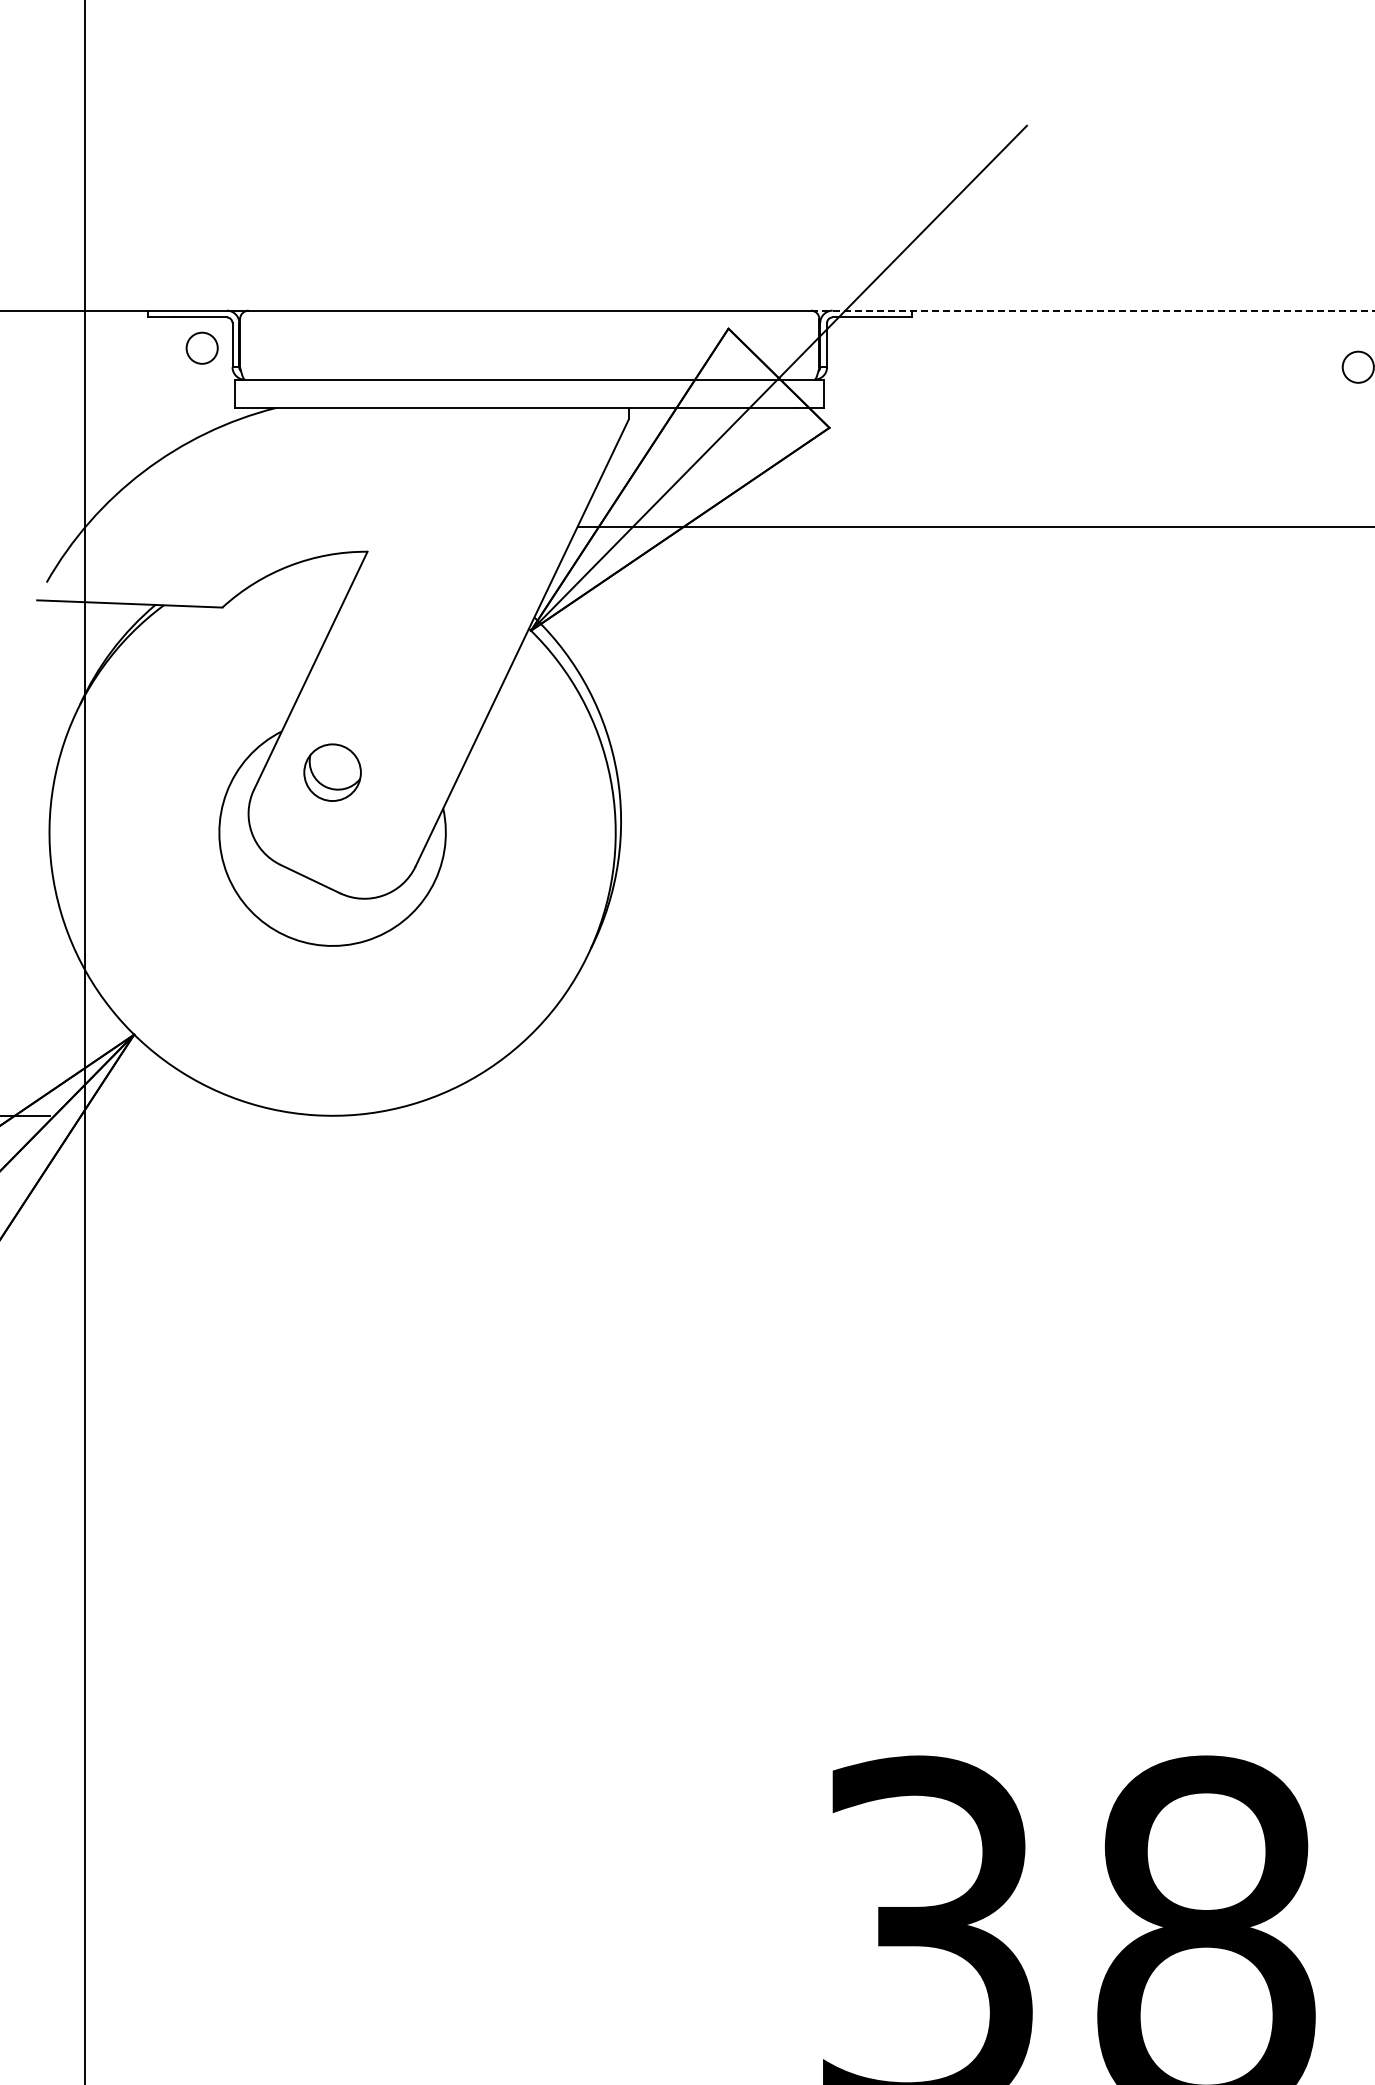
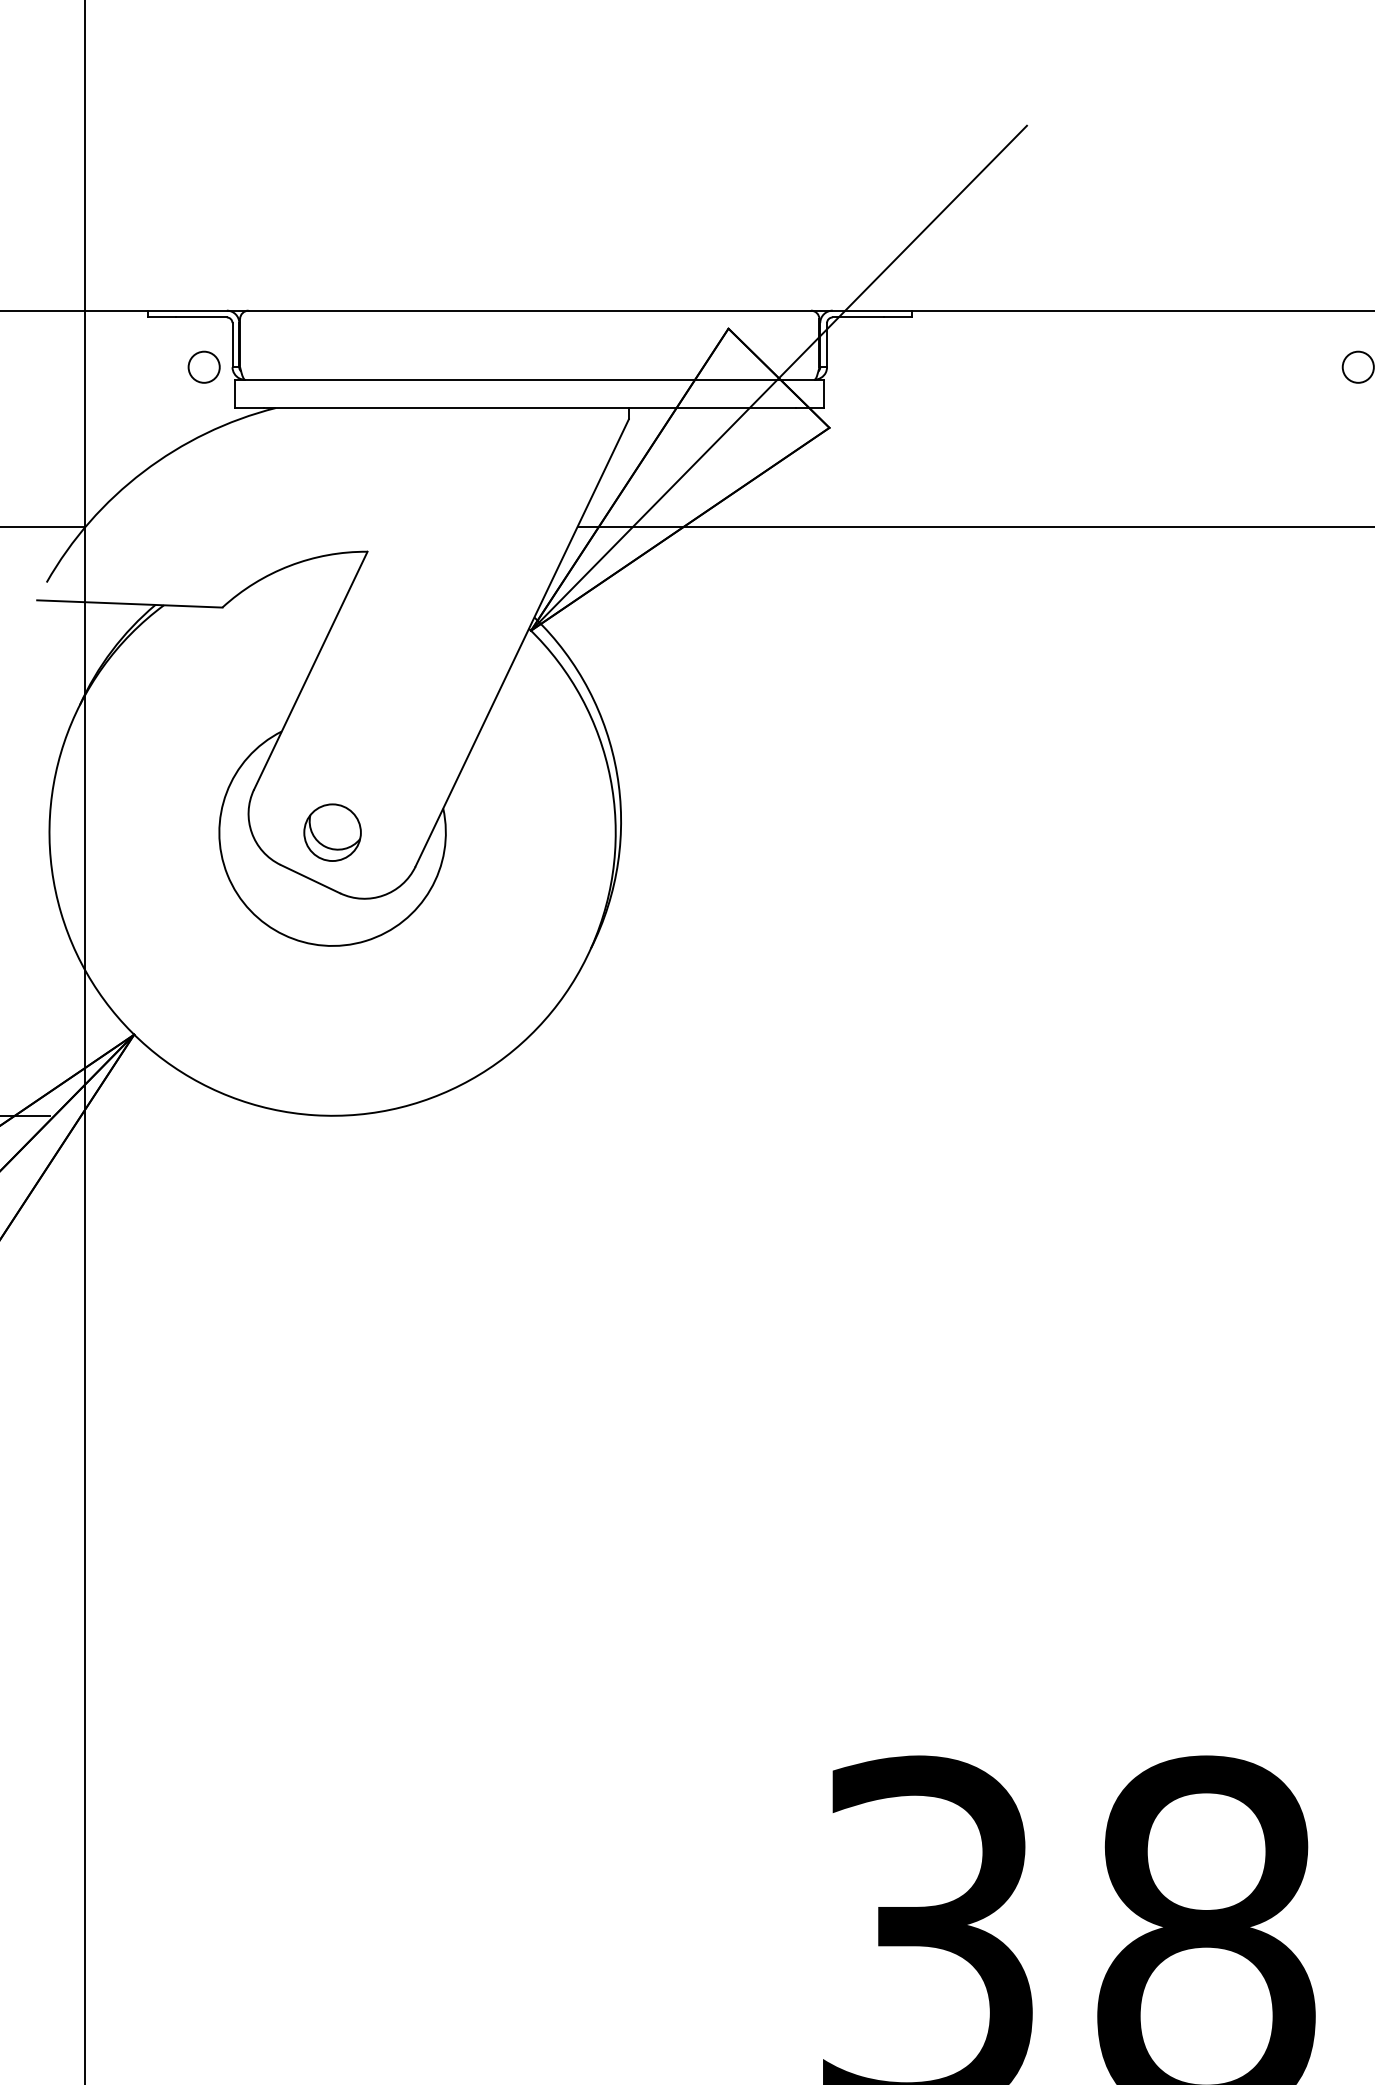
line at (1092, 310): dashed -> solid
circle at (201, 347) position: (201, 347) -> (203, 366)
line at (43, 526): none -> present
part at (332, 772) position: (332, 772) -> (332, 832)
